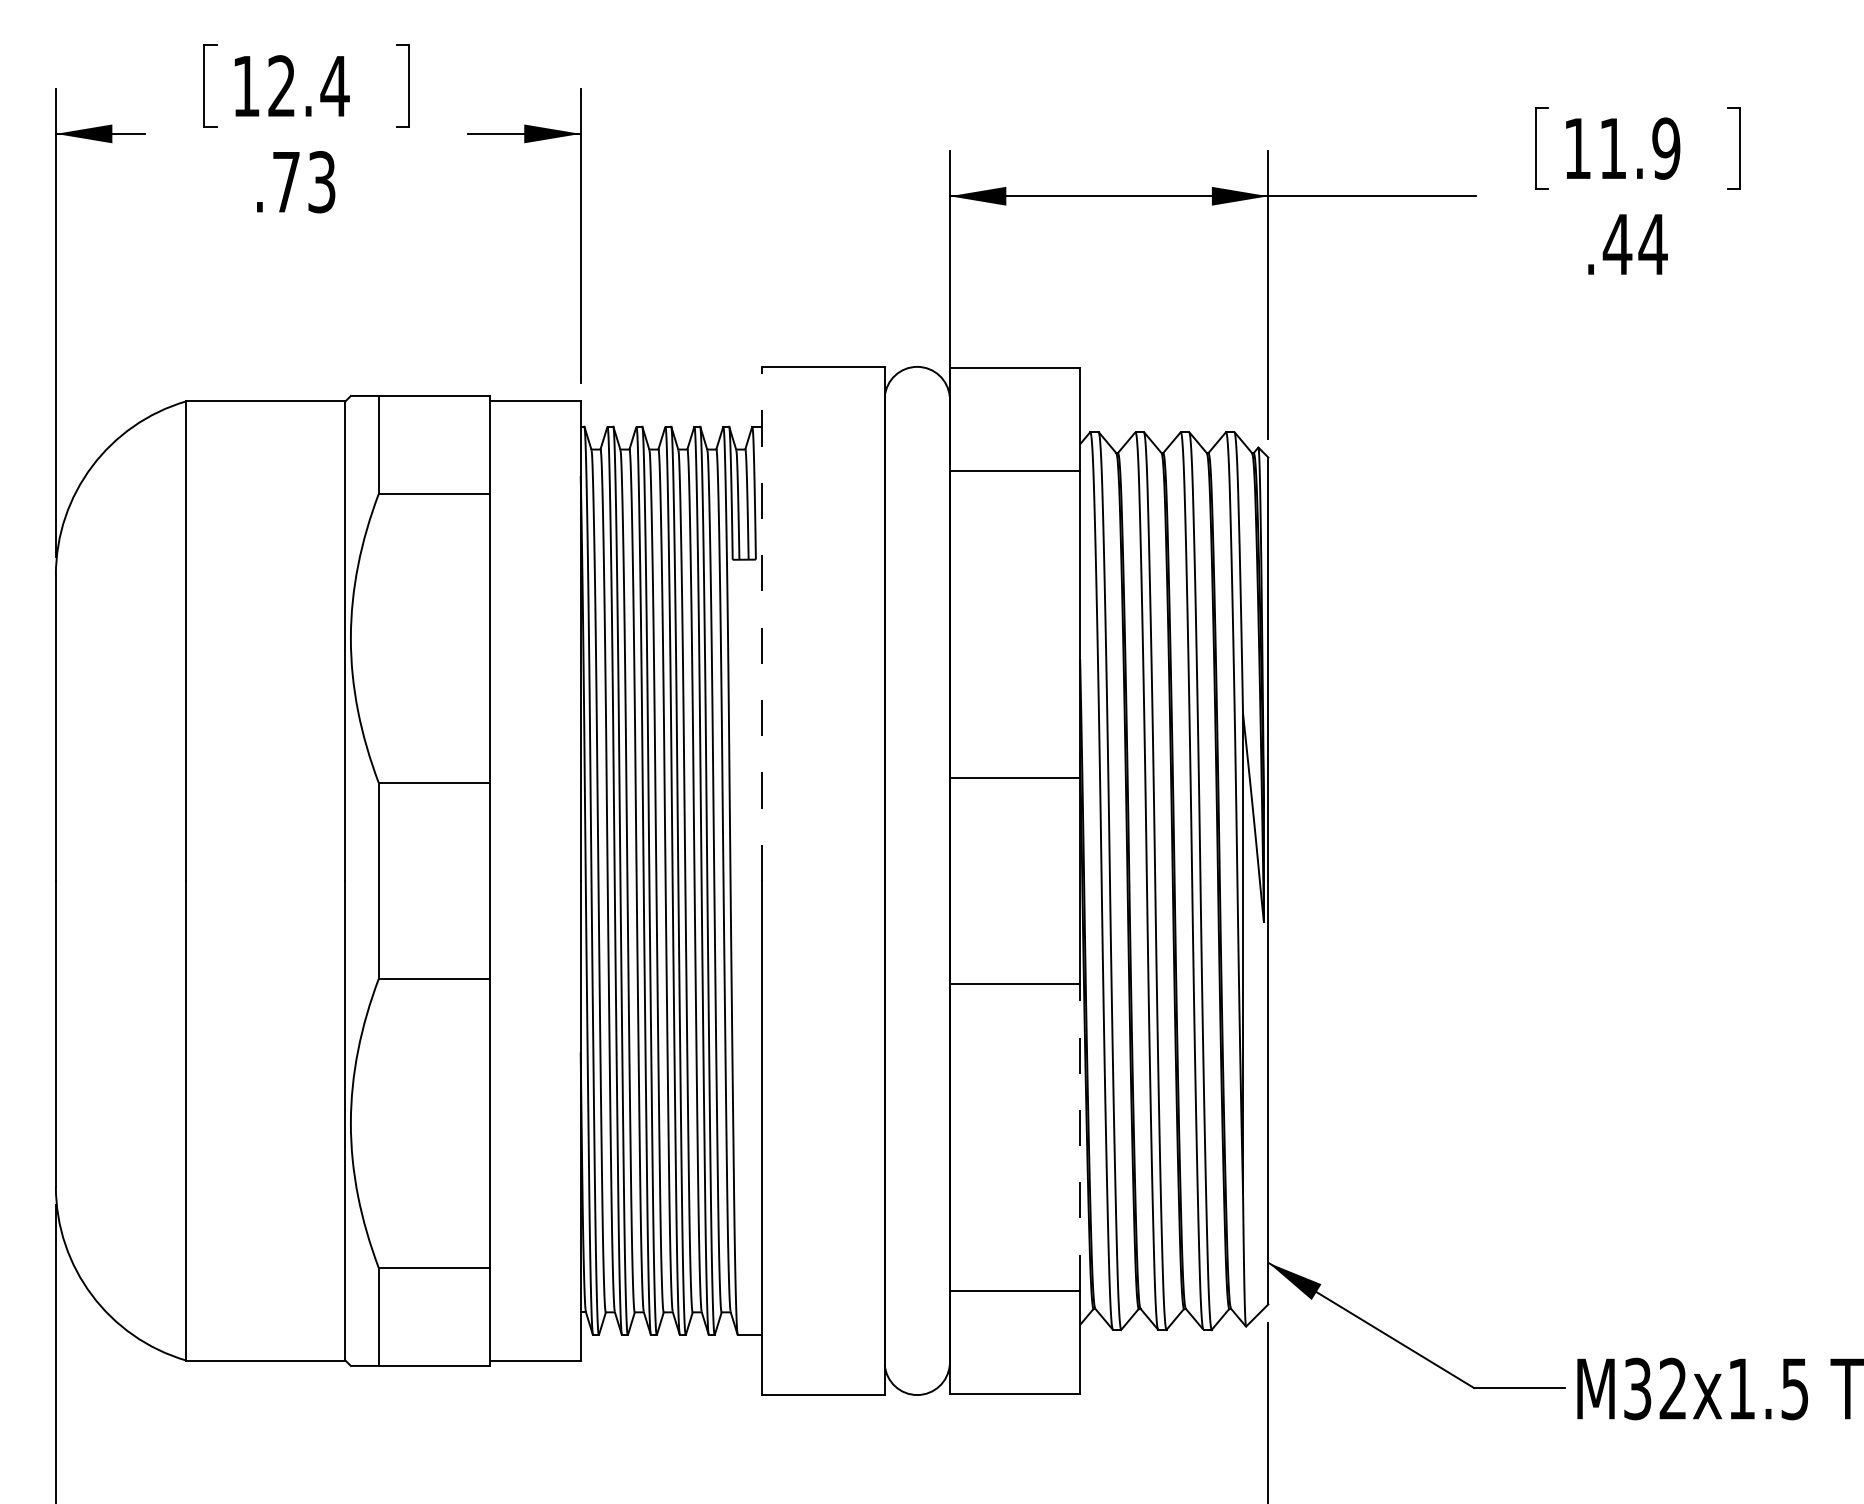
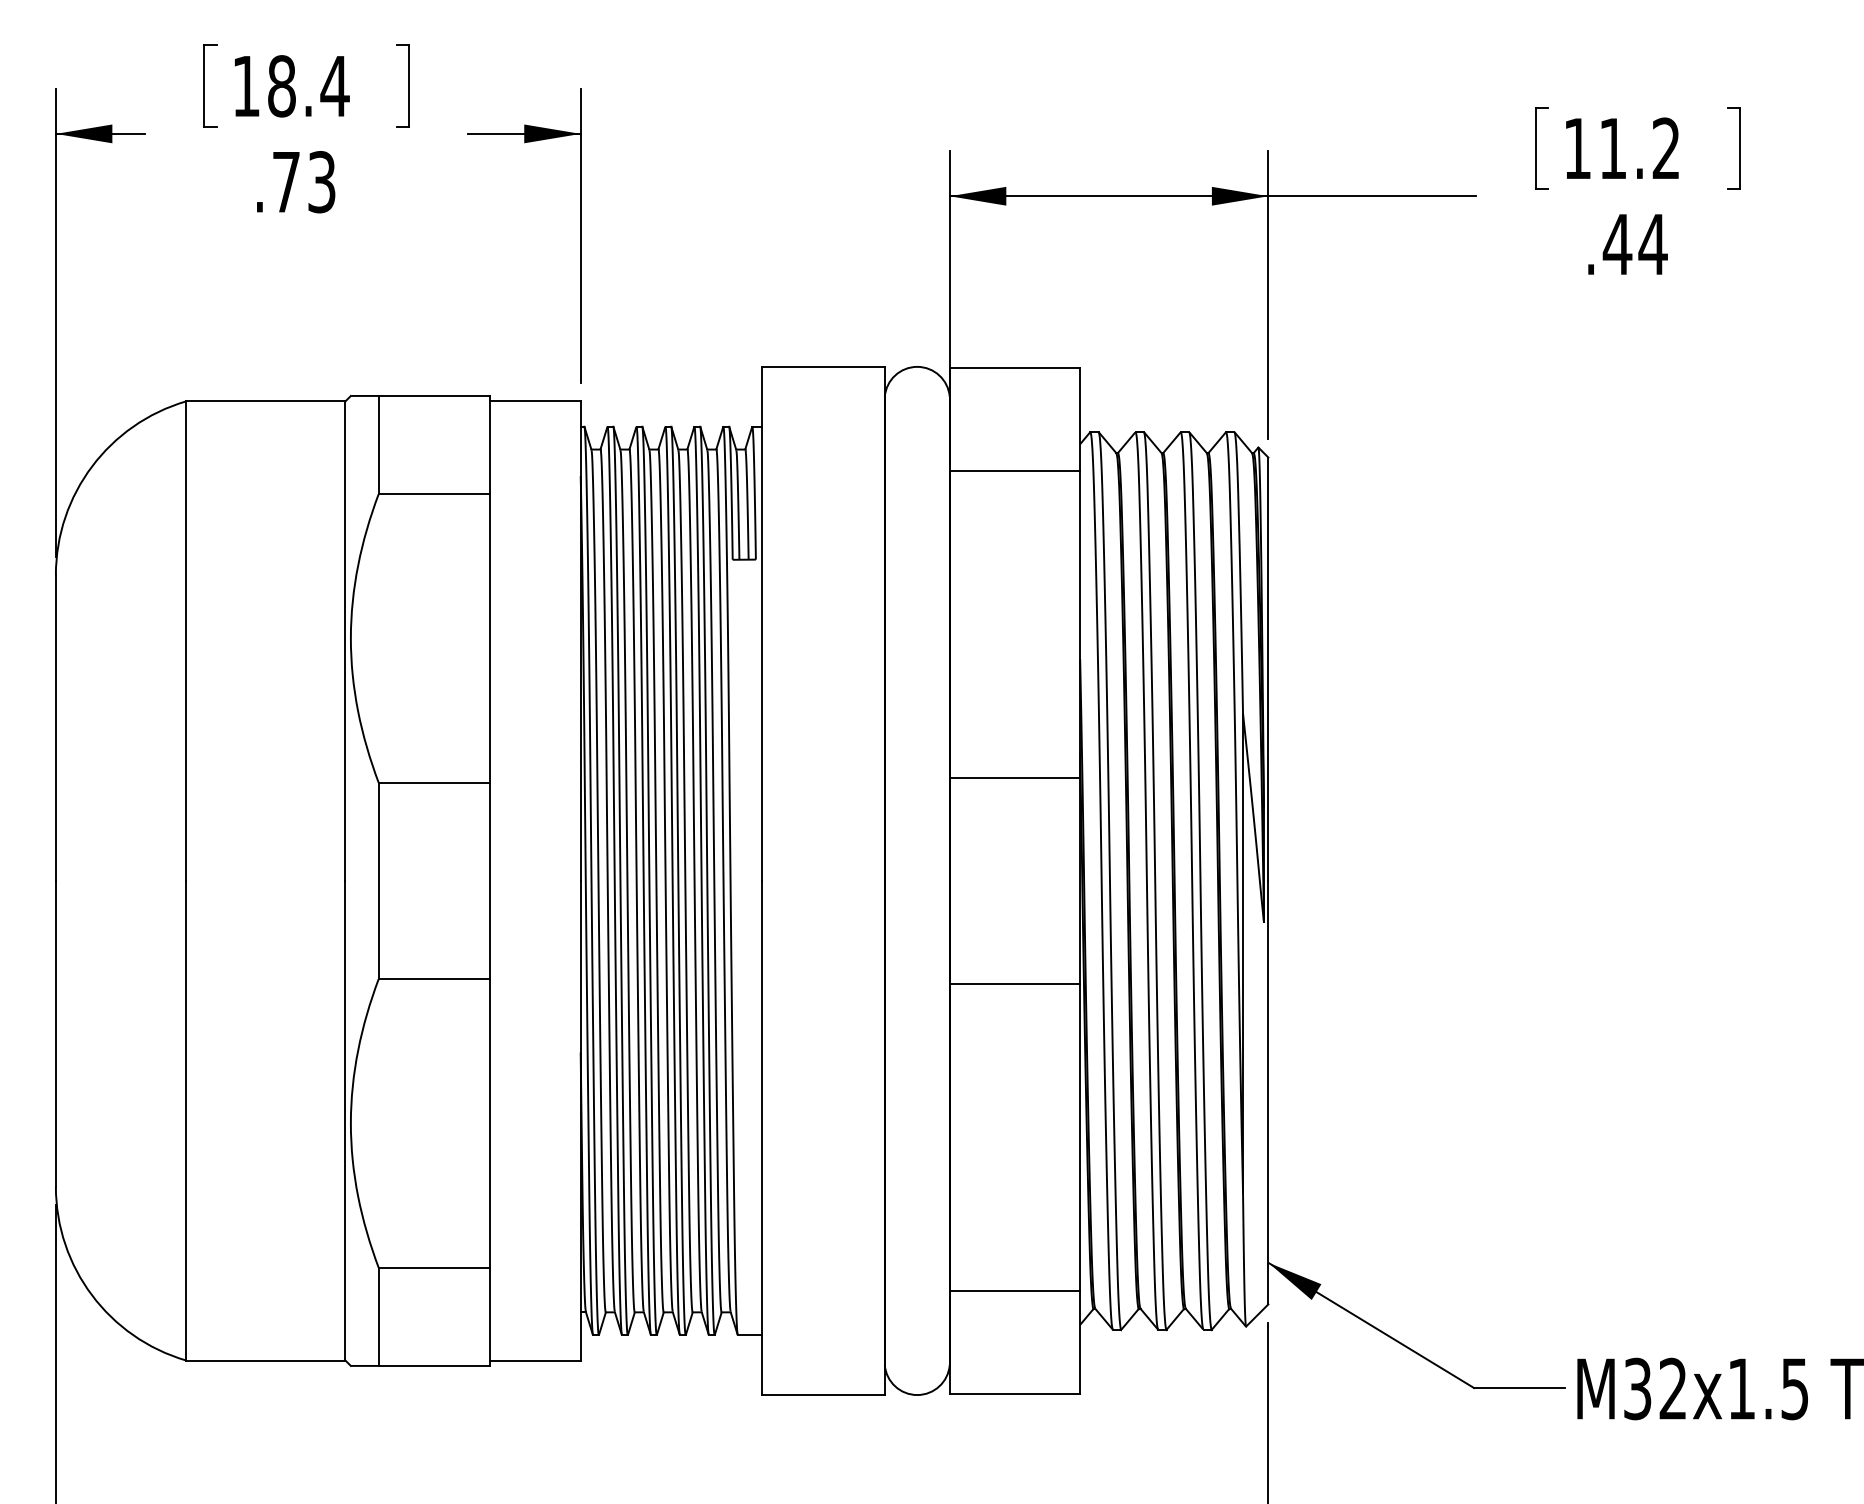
text at (281, 86): 12.4 -> 18.4
text at (1666, 148): 11.9 -> 11.2
line at (761, 623): dashed -> solid
line at (1080, 1137): dashed -> solid
